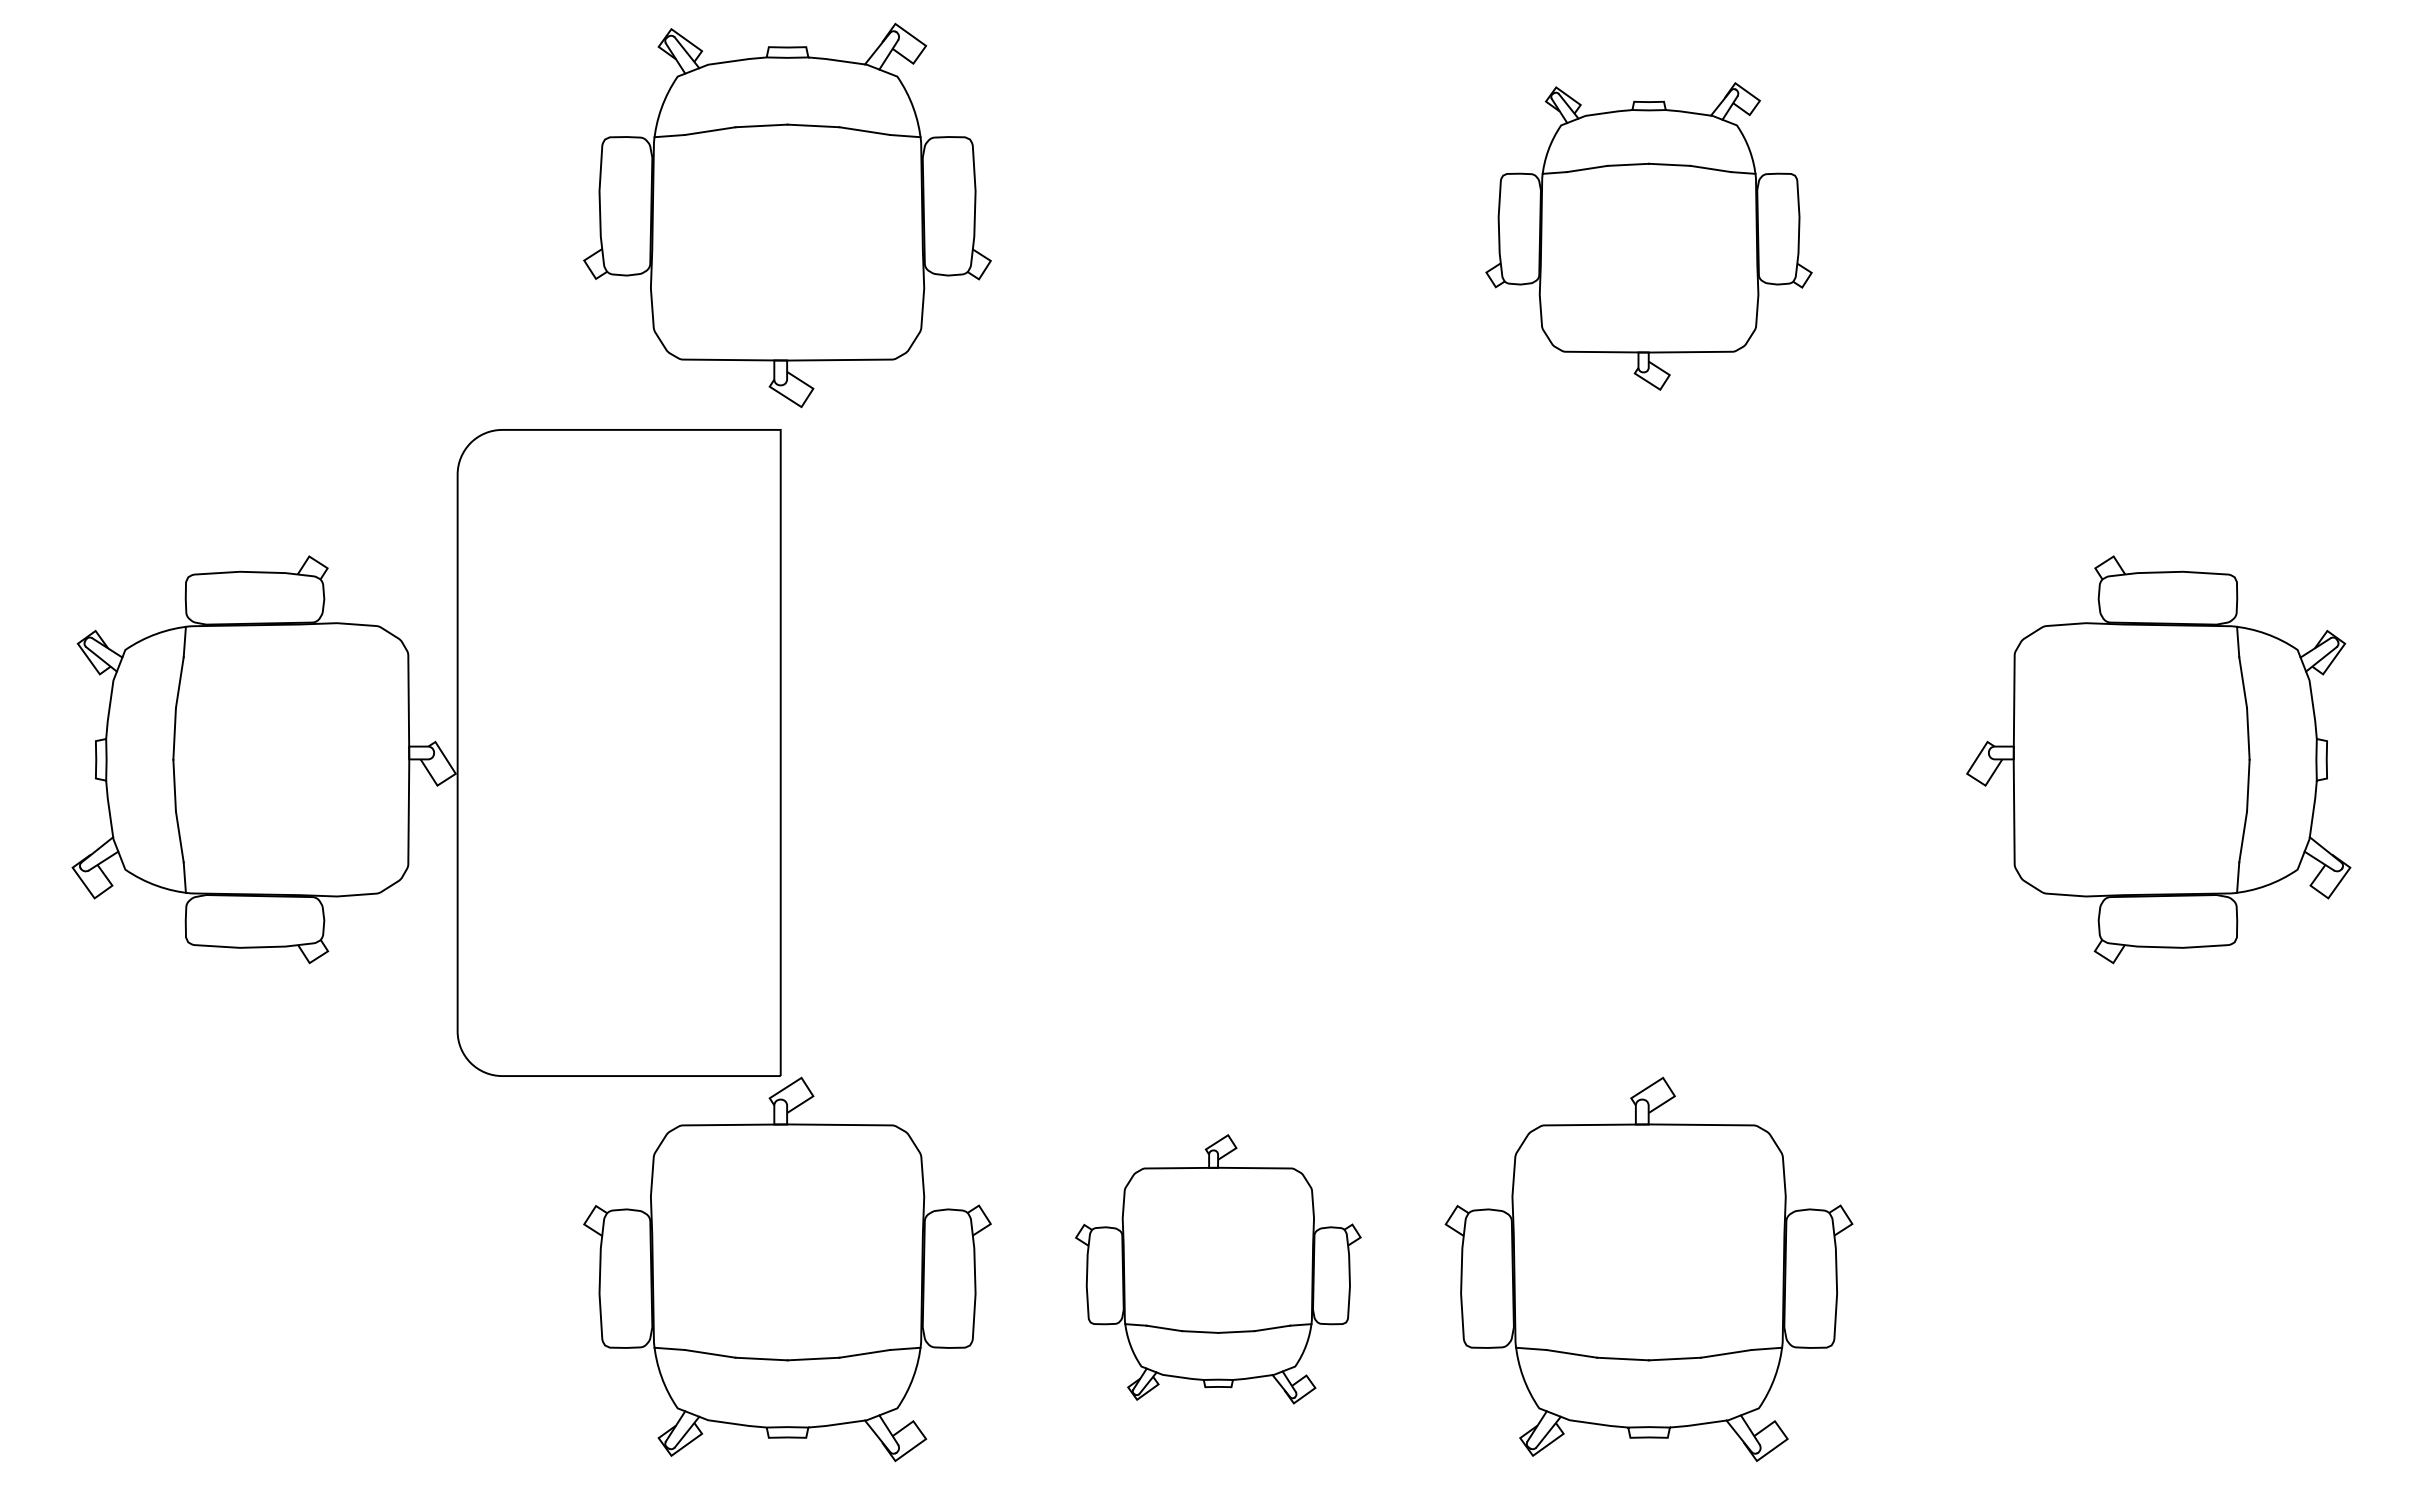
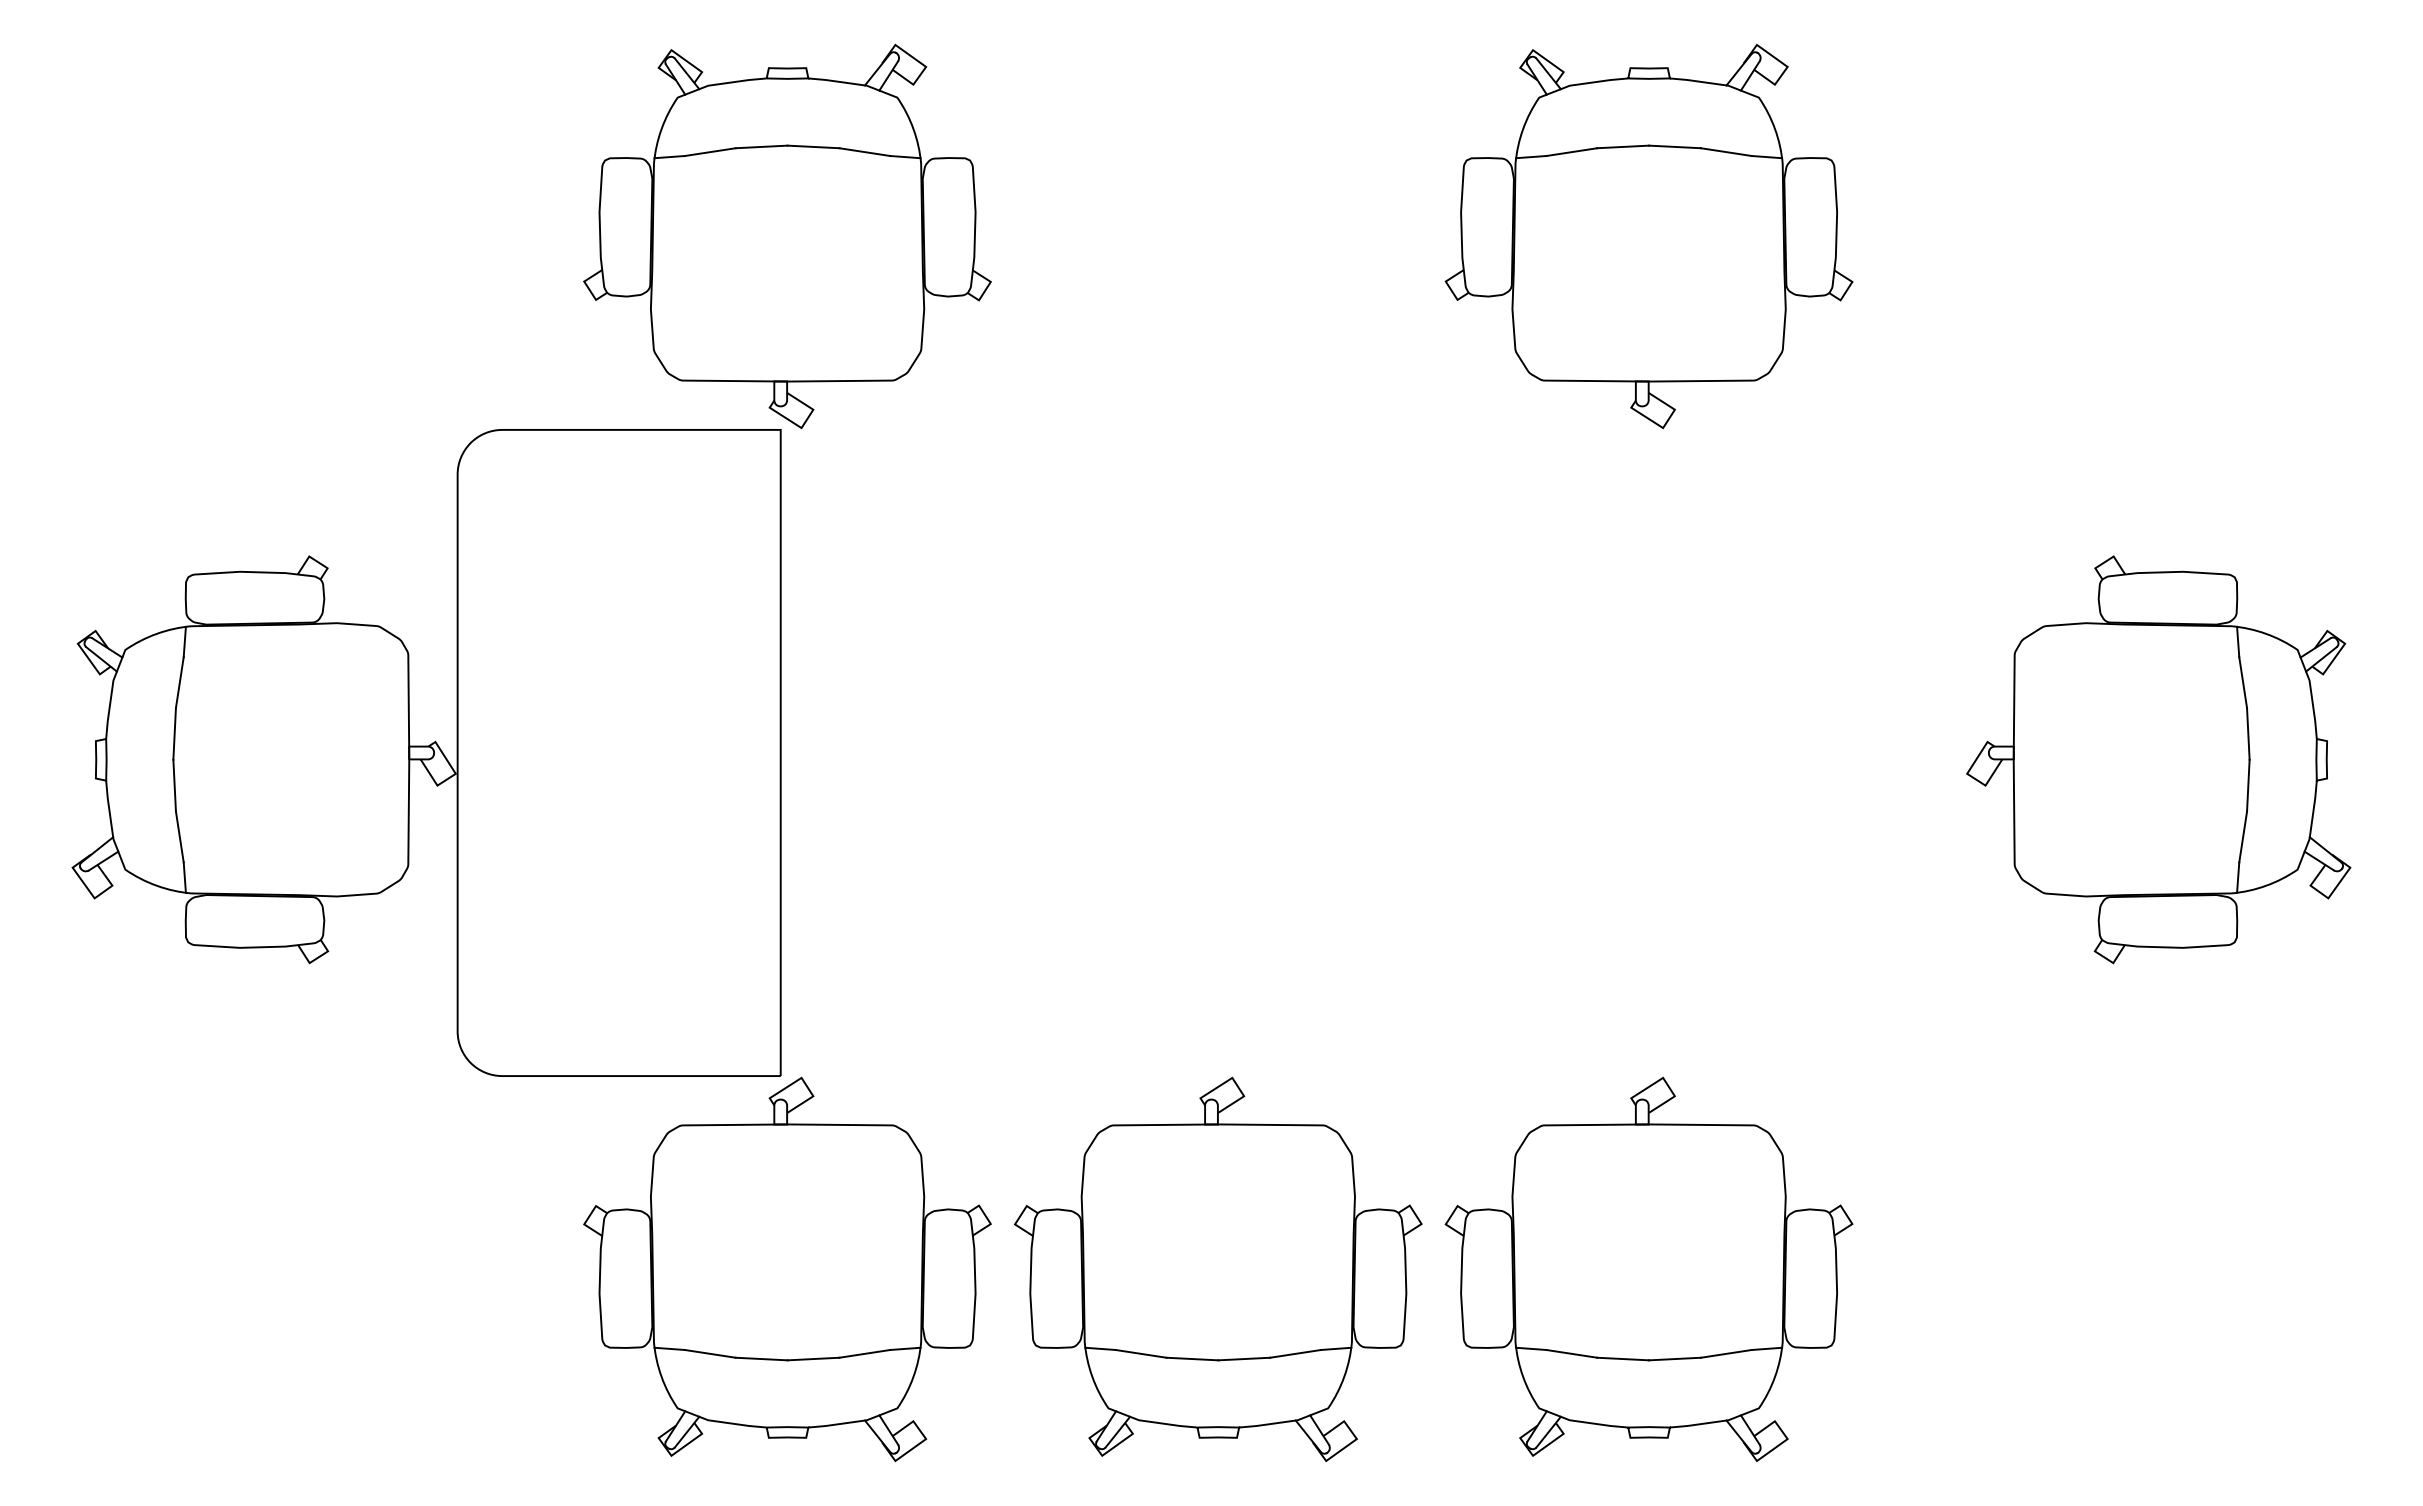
part at (787, 215) position: (787, 215) -> (787, 236)
part at (1648, 236) size: 328x309 px -> 410x387 px
part at (1218, 1269) size: 287x271 px -> 409x386 px
